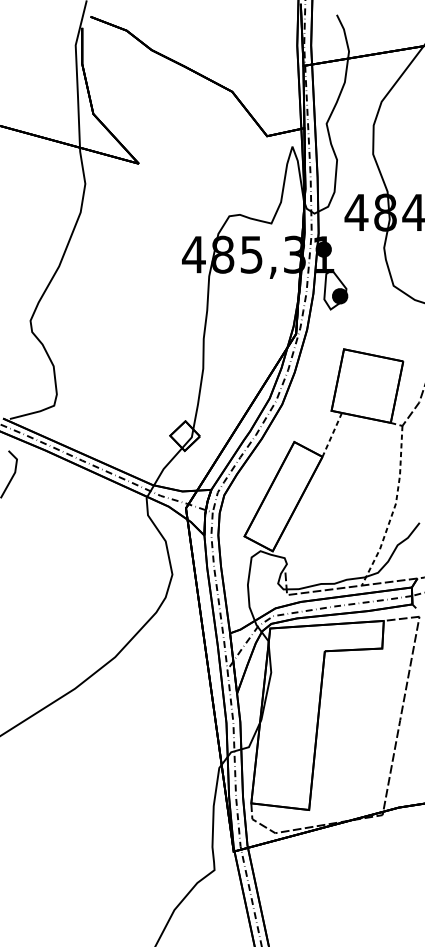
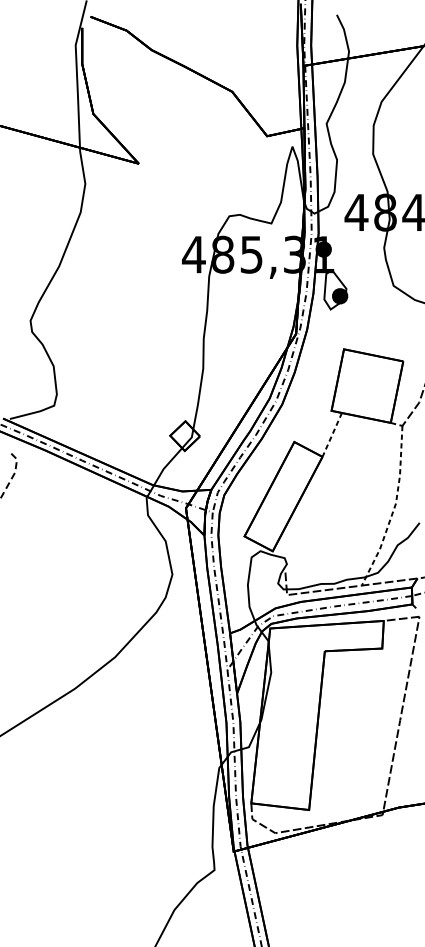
line at (15, 472): solid -> dashed
